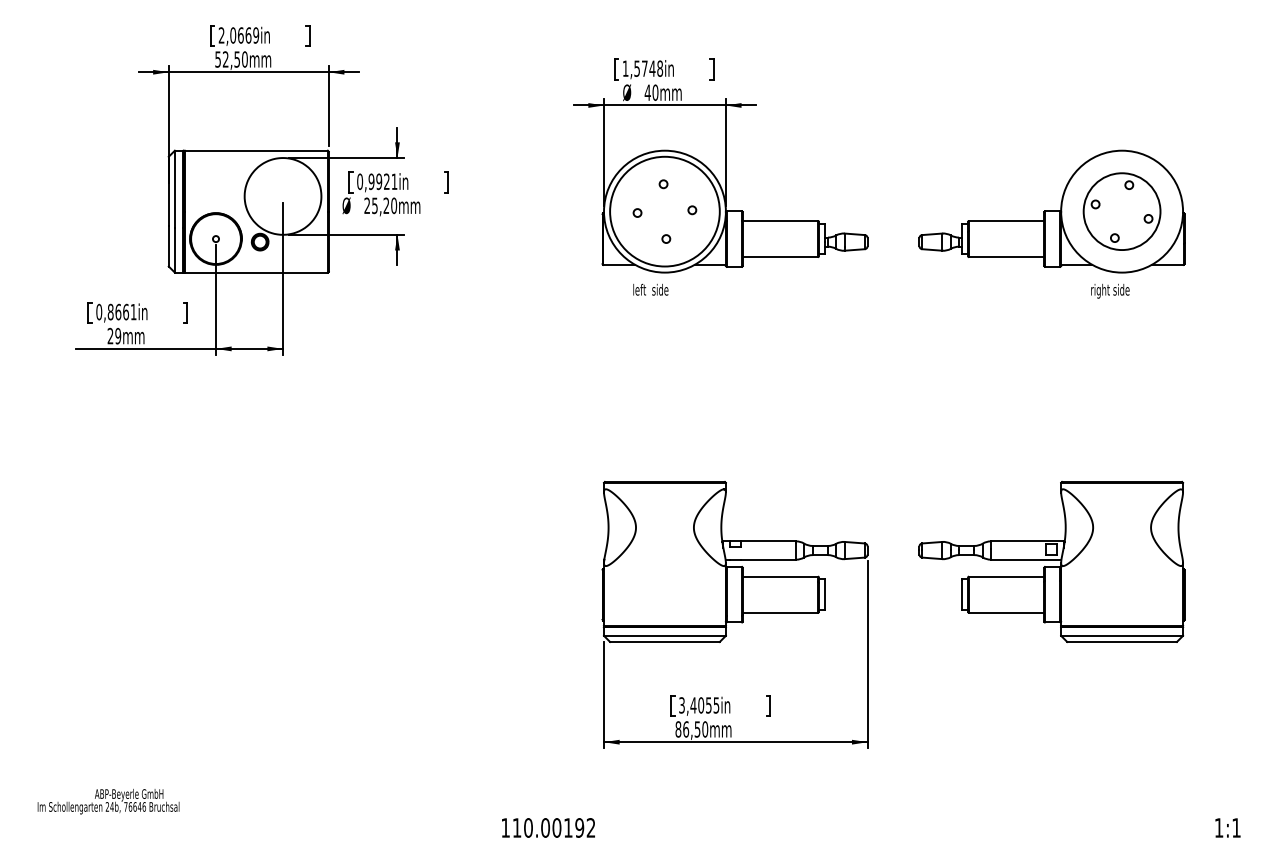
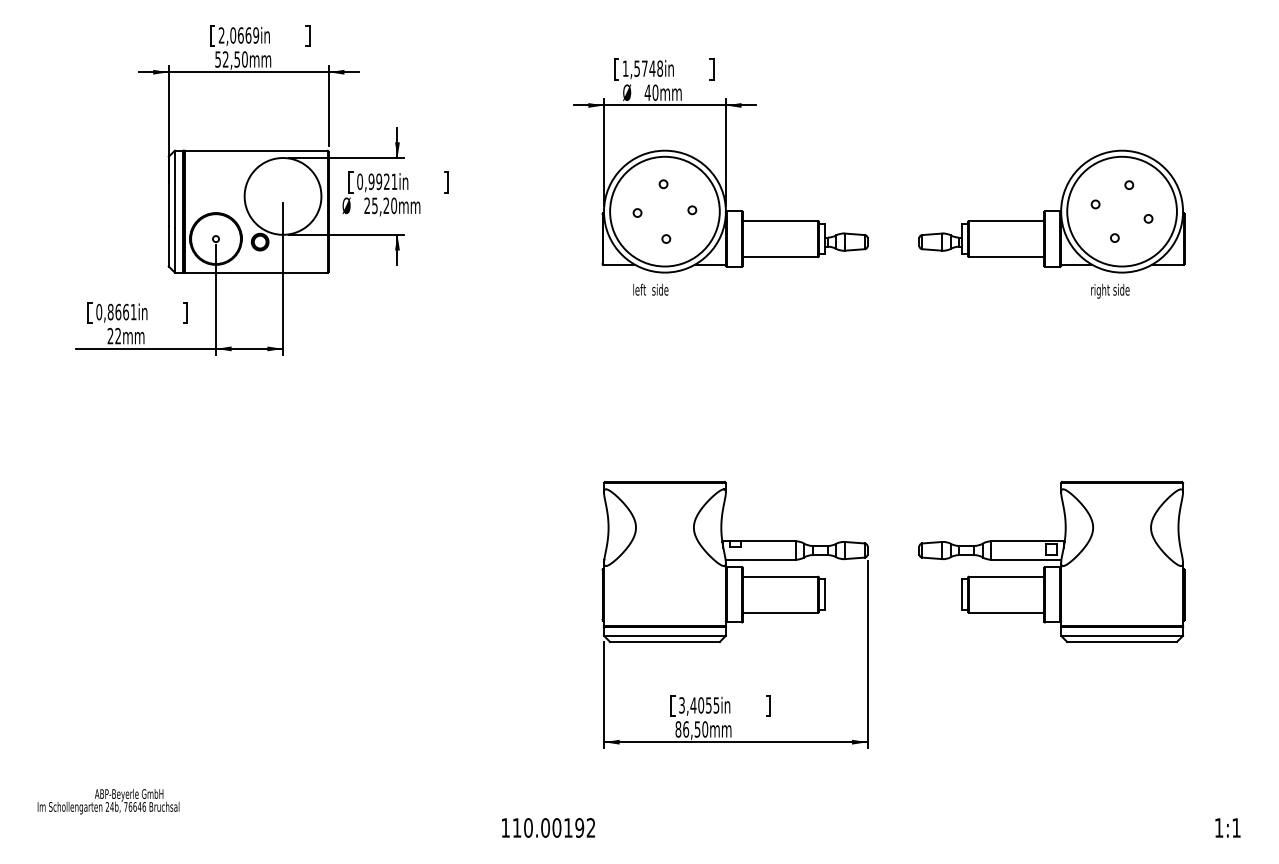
circle at (1121, 211) diameter: 77 px -> 110 px
text at (118, 336): 29mm -> 22mm
